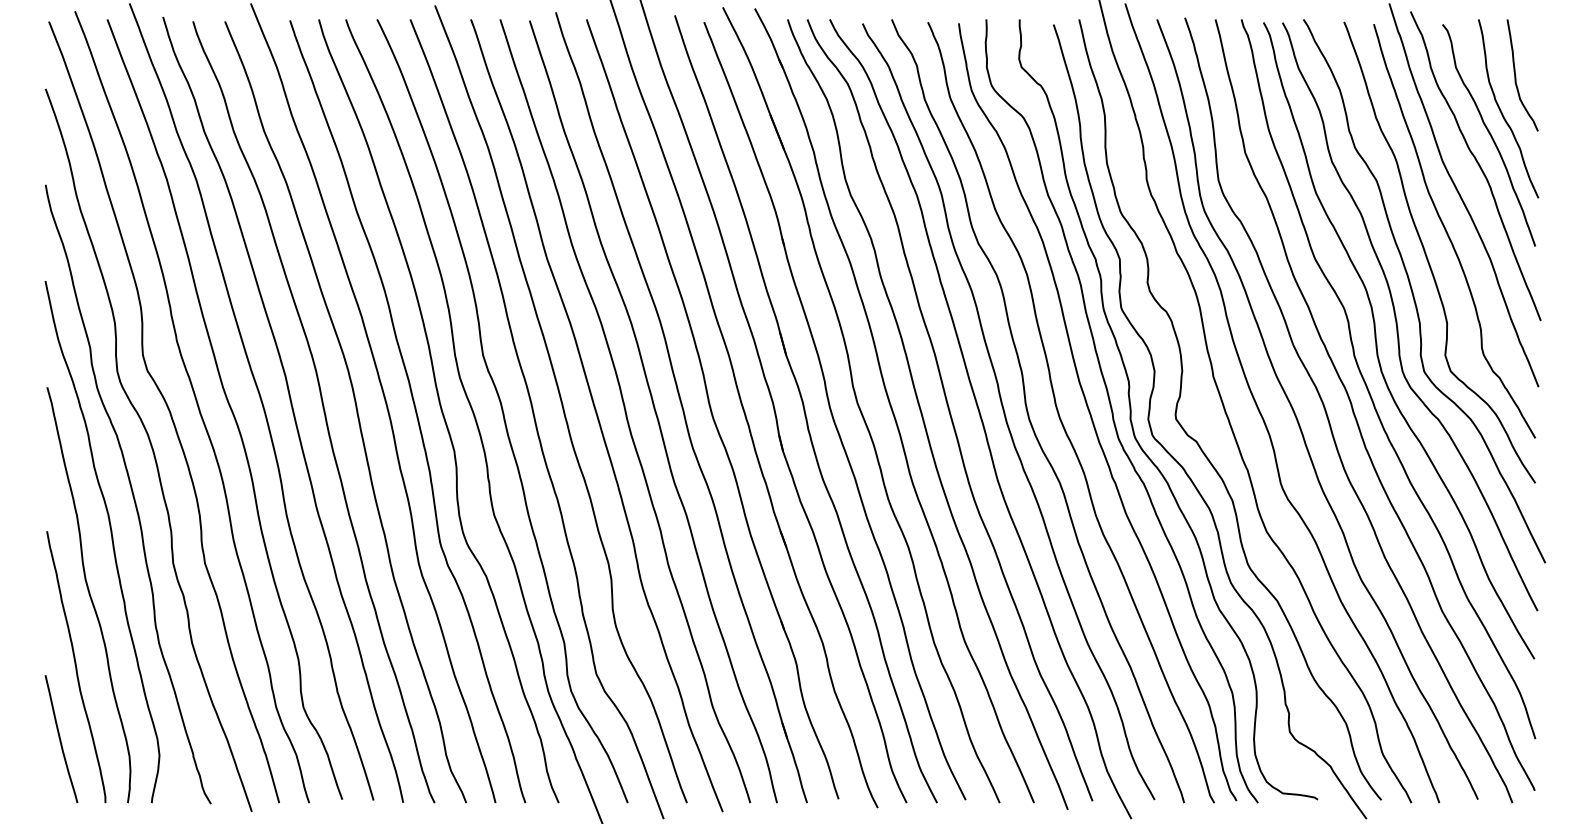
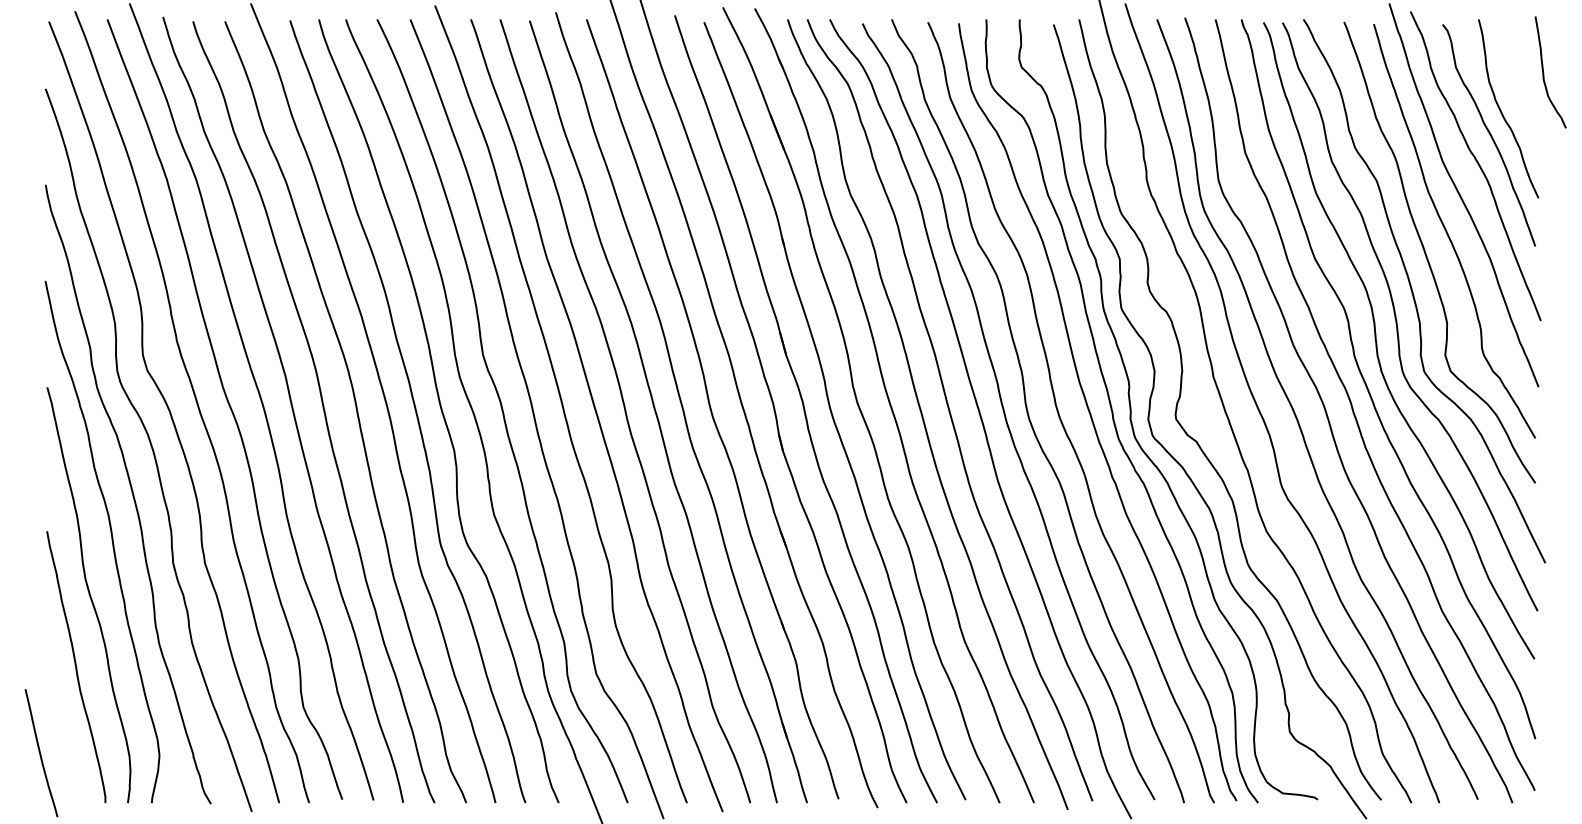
curve at (1516, 75) position: (1516, 75) -> (1544, 72)
curve at (60, 739) position: (60, 739) -> (40, 753)
